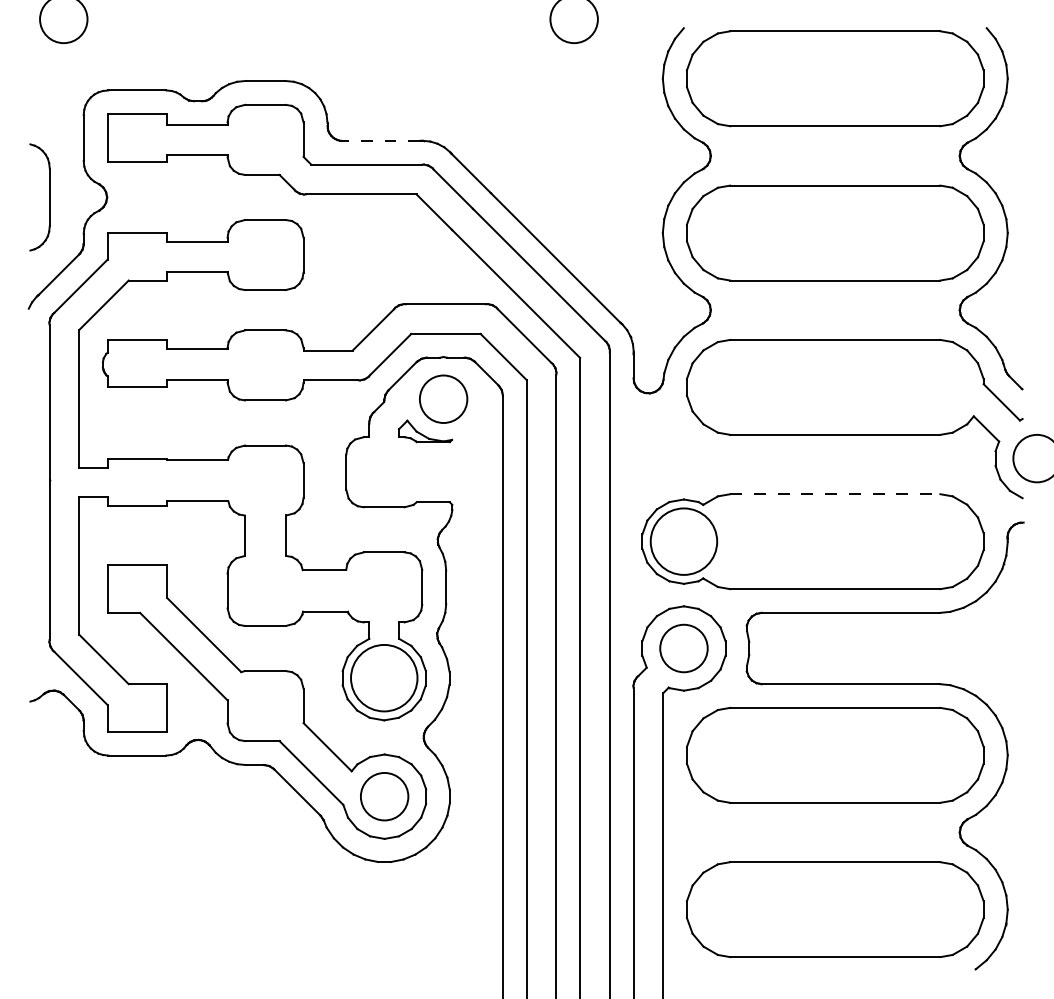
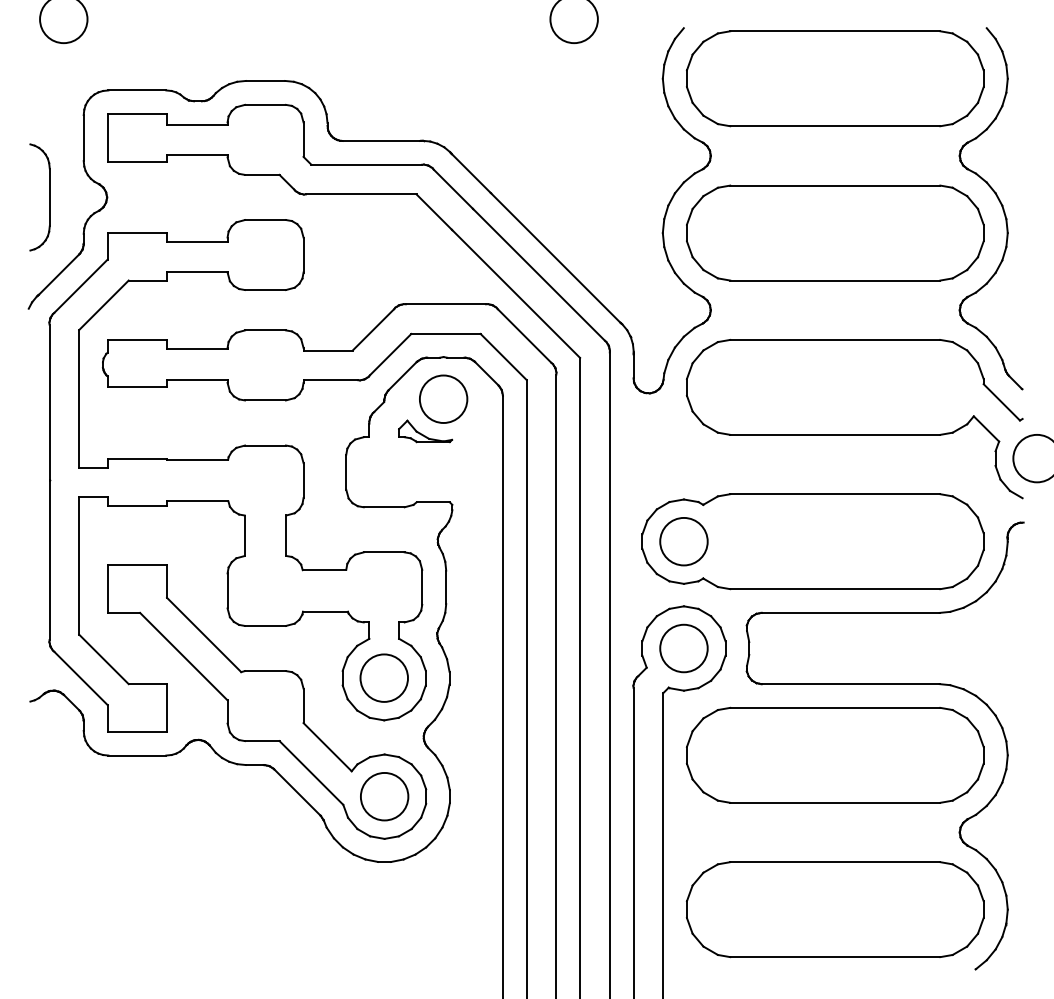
line at (381, 141): dashed -> solid
line at (835, 494): dashed -> solid
circle at (683, 541) diameter: 66 px -> 47 px
circle at (384, 677) diameter: 66 px -> 47 px
